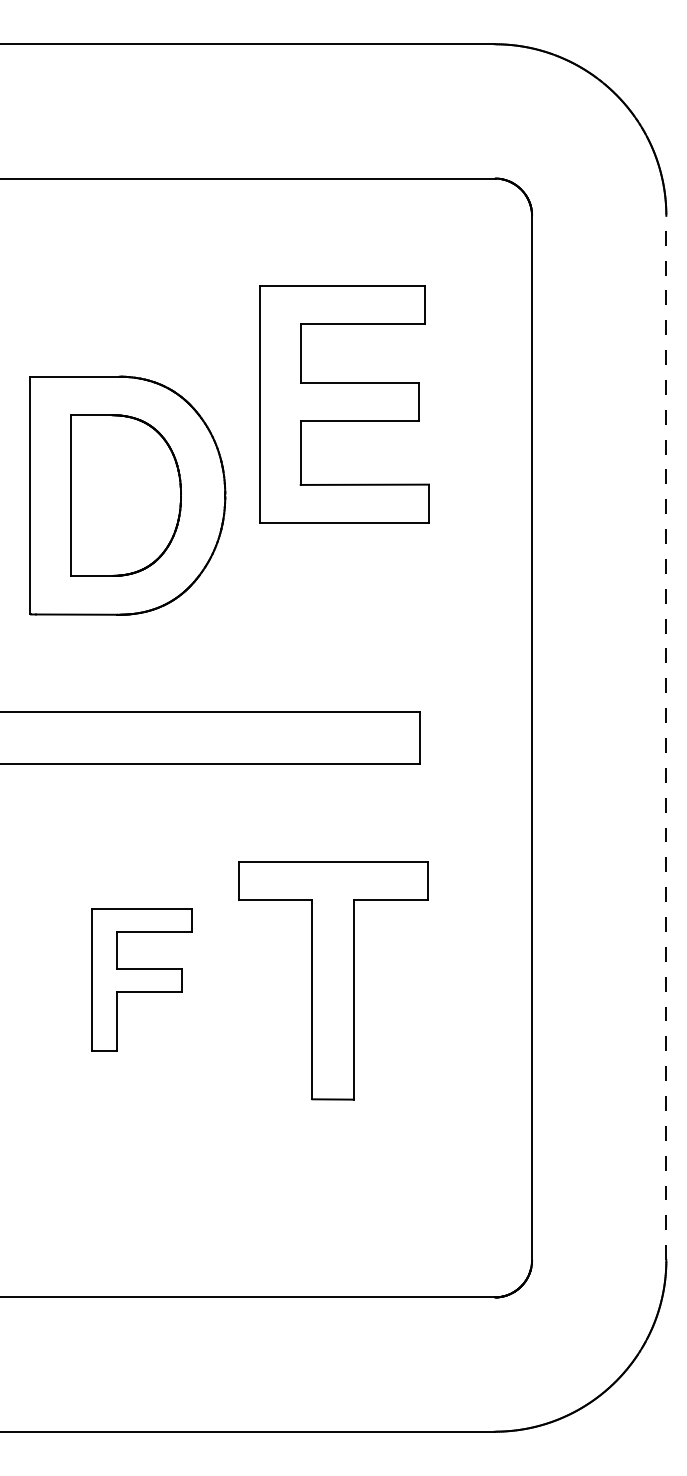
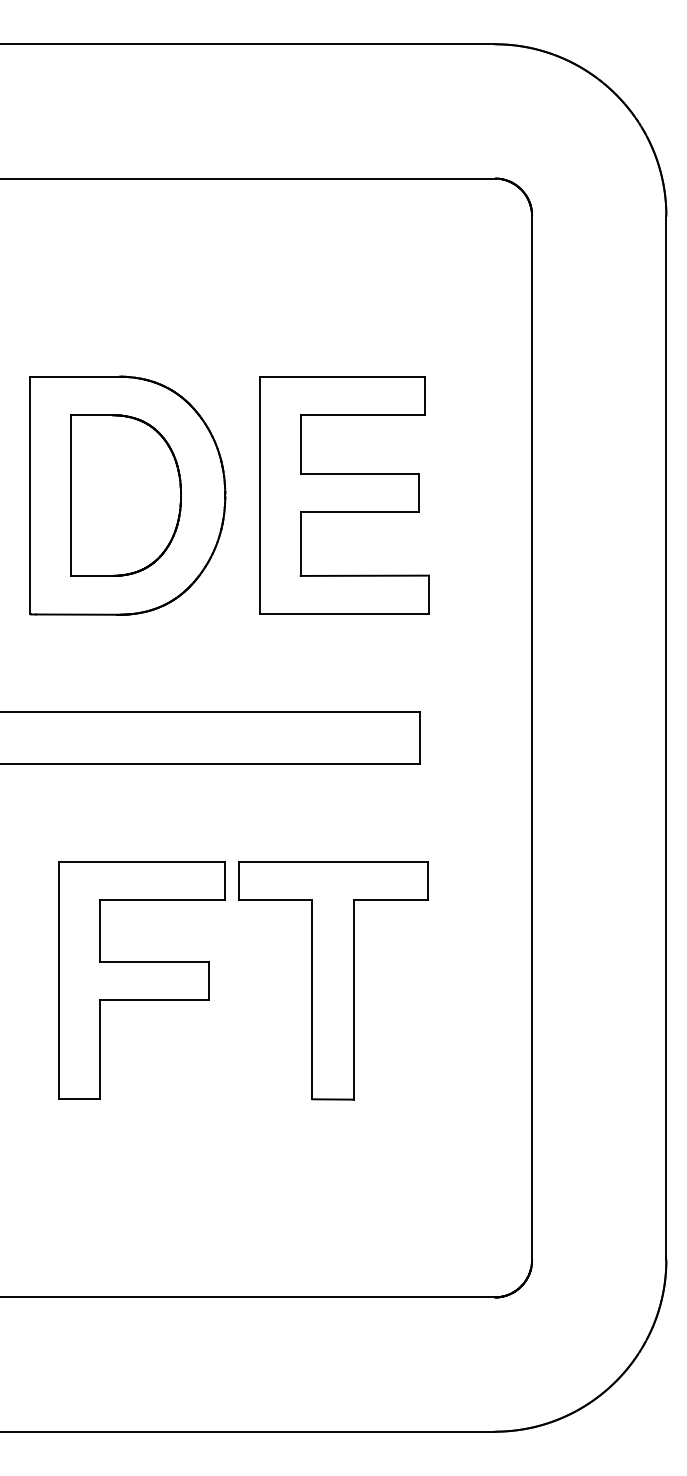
part at (344, 404) position: (344, 404) -> (344, 495)
line at (666, 737): dashed -> solid
part at (141, 979) size: 102x144 px -> 168x239 px
